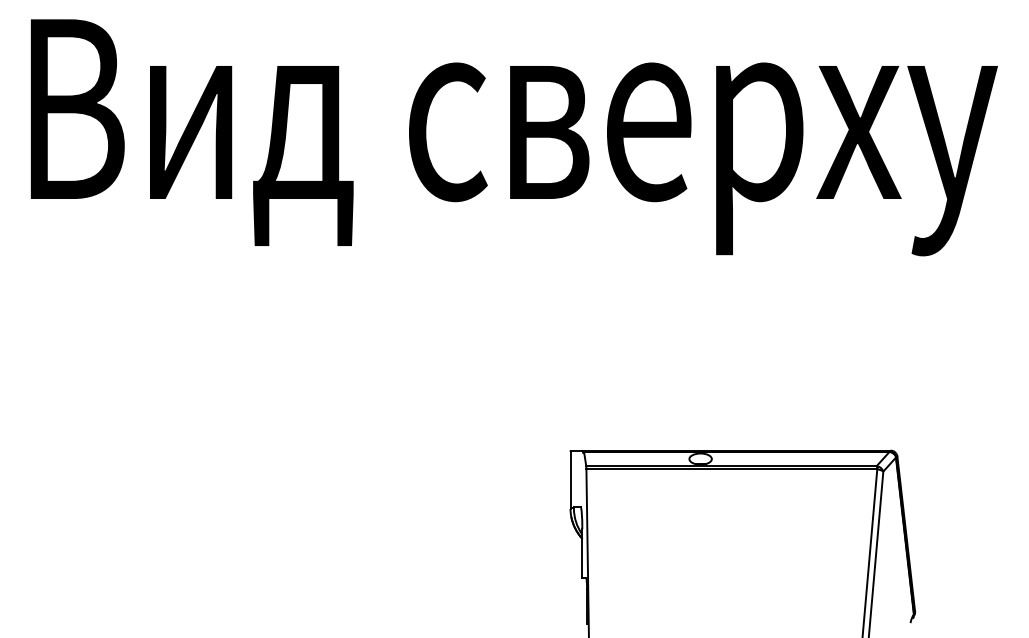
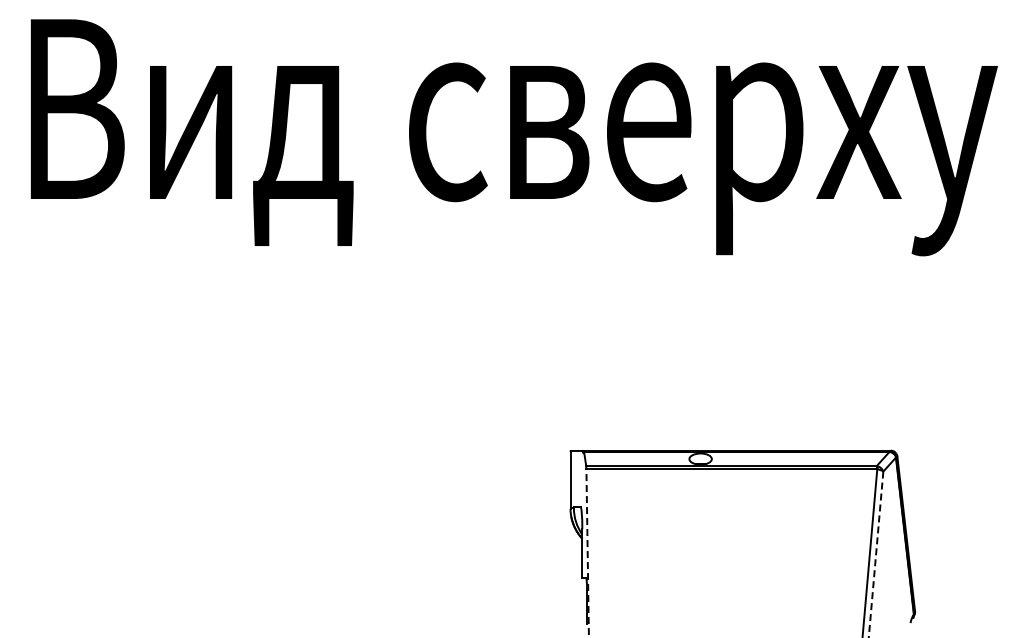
line at (587, 553): solid -> dashed
line at (876, 555): solid -> dashed
